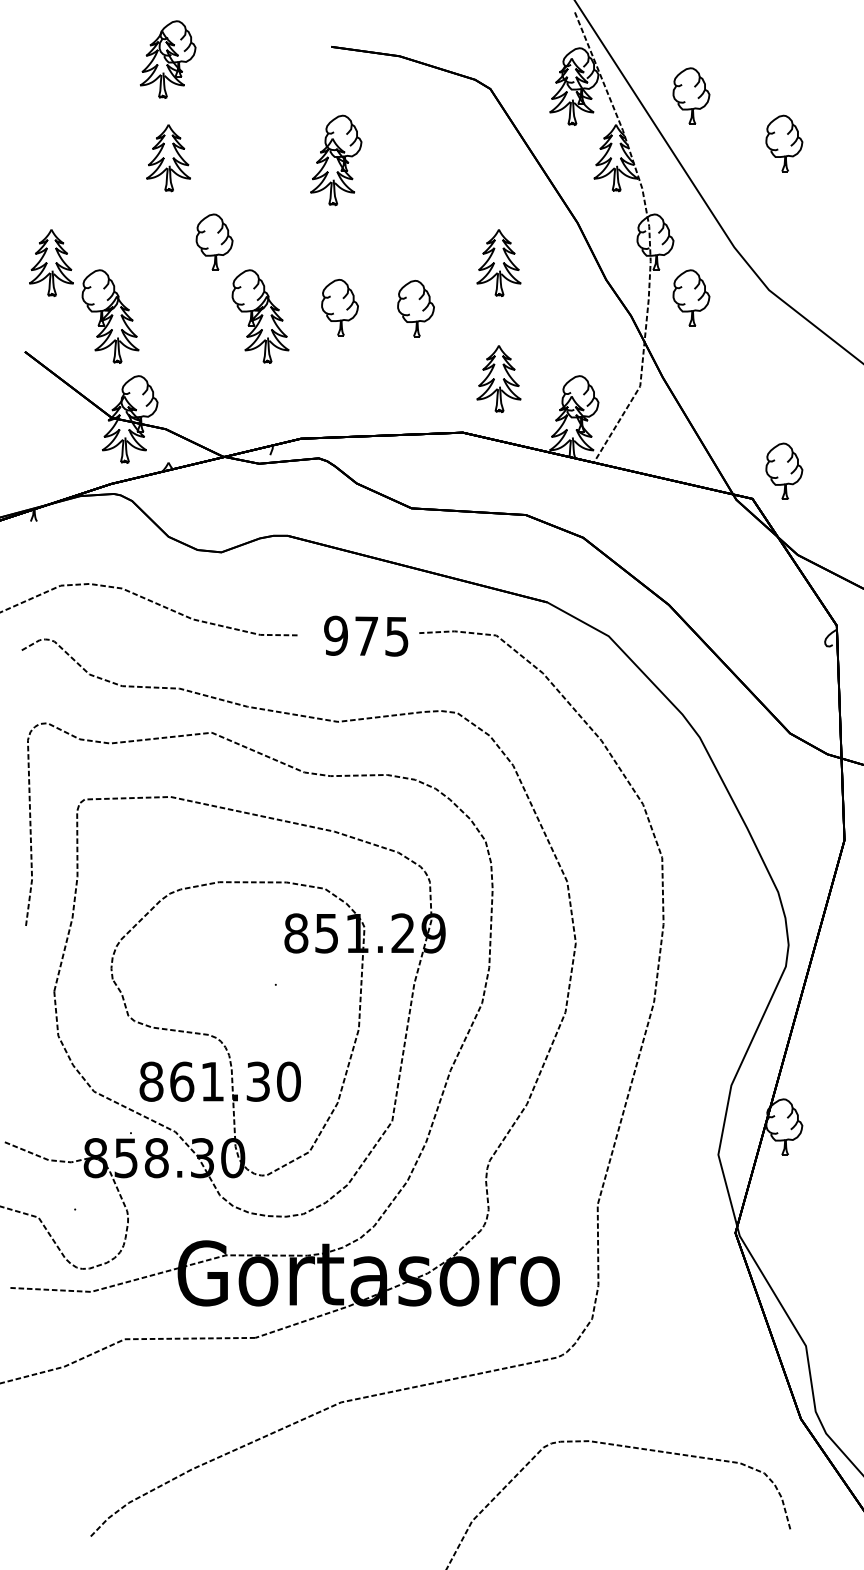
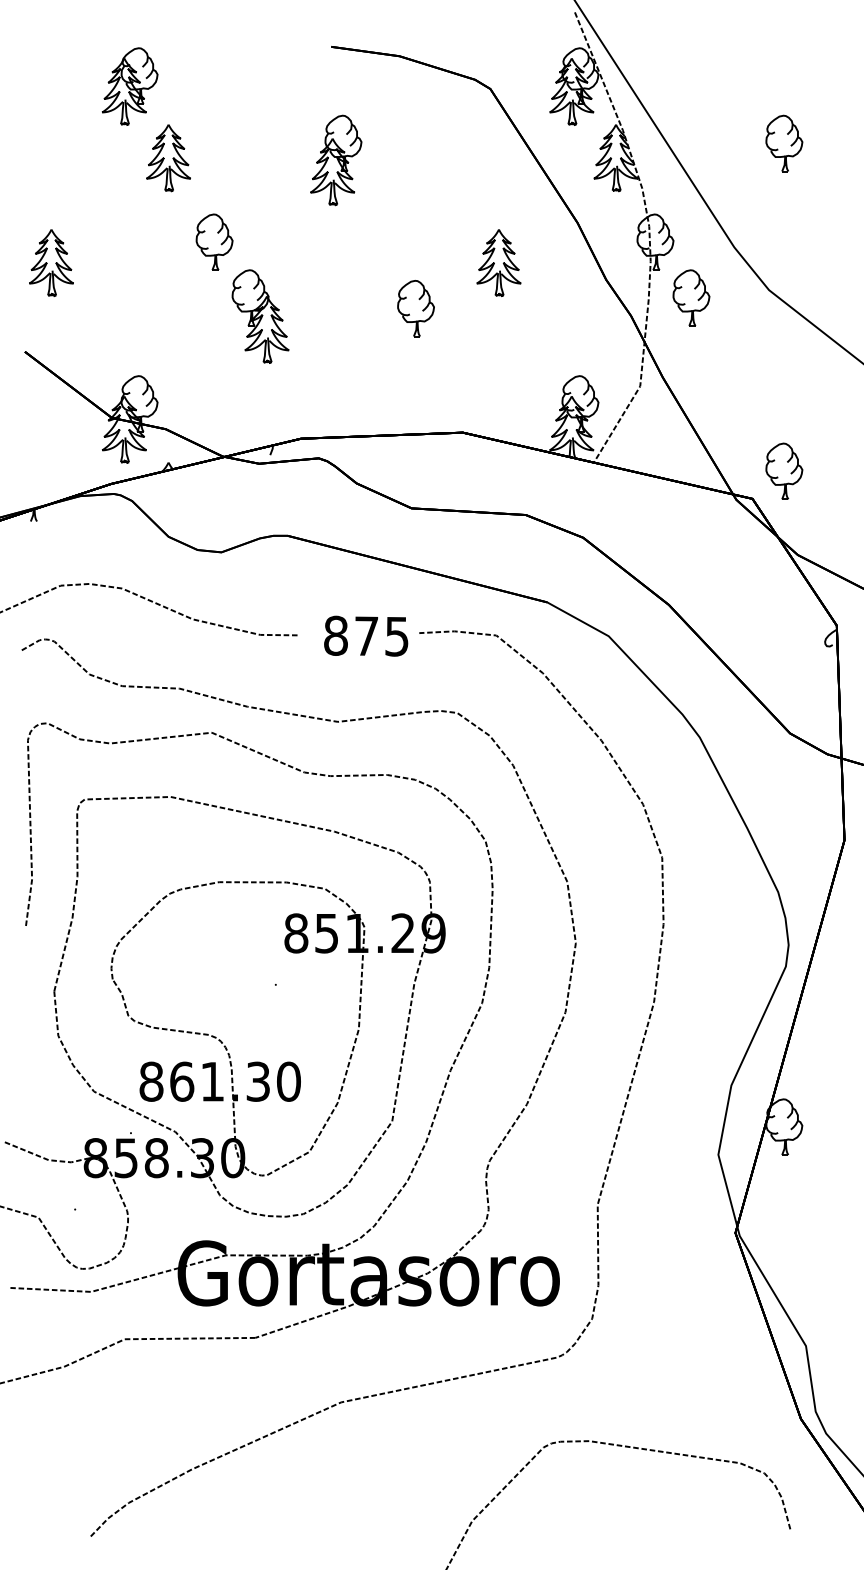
part at (168, 59) position: (168, 59) -> (130, 86)
part at (691, 95): present -> none
part at (339, 307): present -> none
part at (110, 316): present -> none
part at (498, 378): present -> none
text at (335, 635): 975 -> 875
